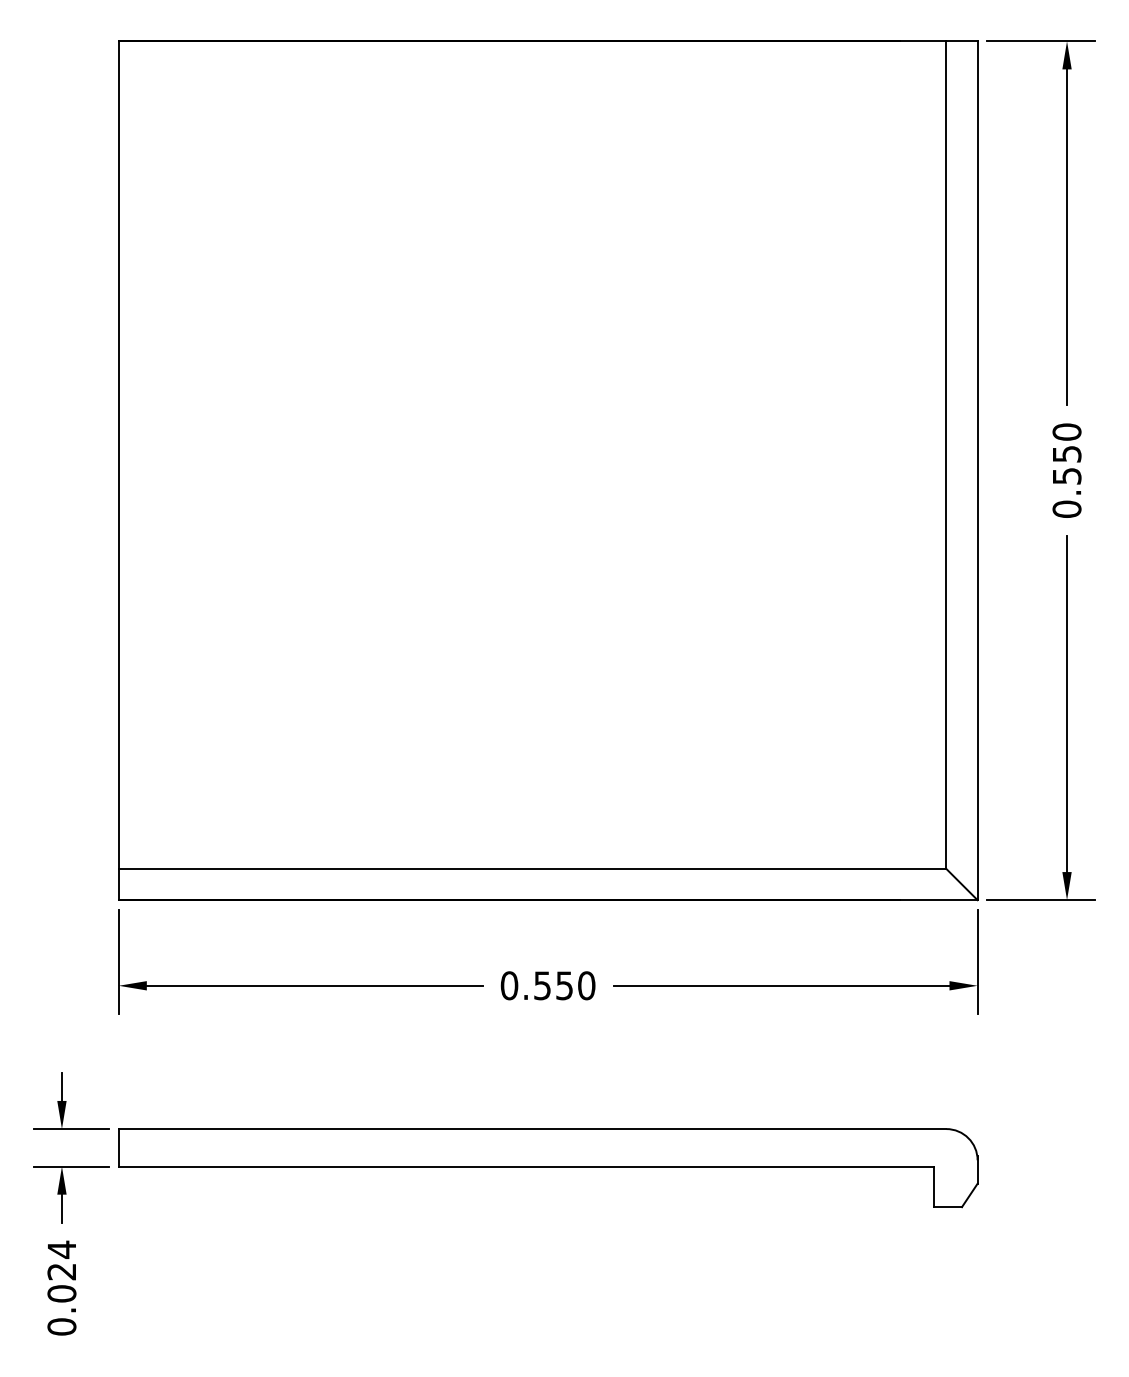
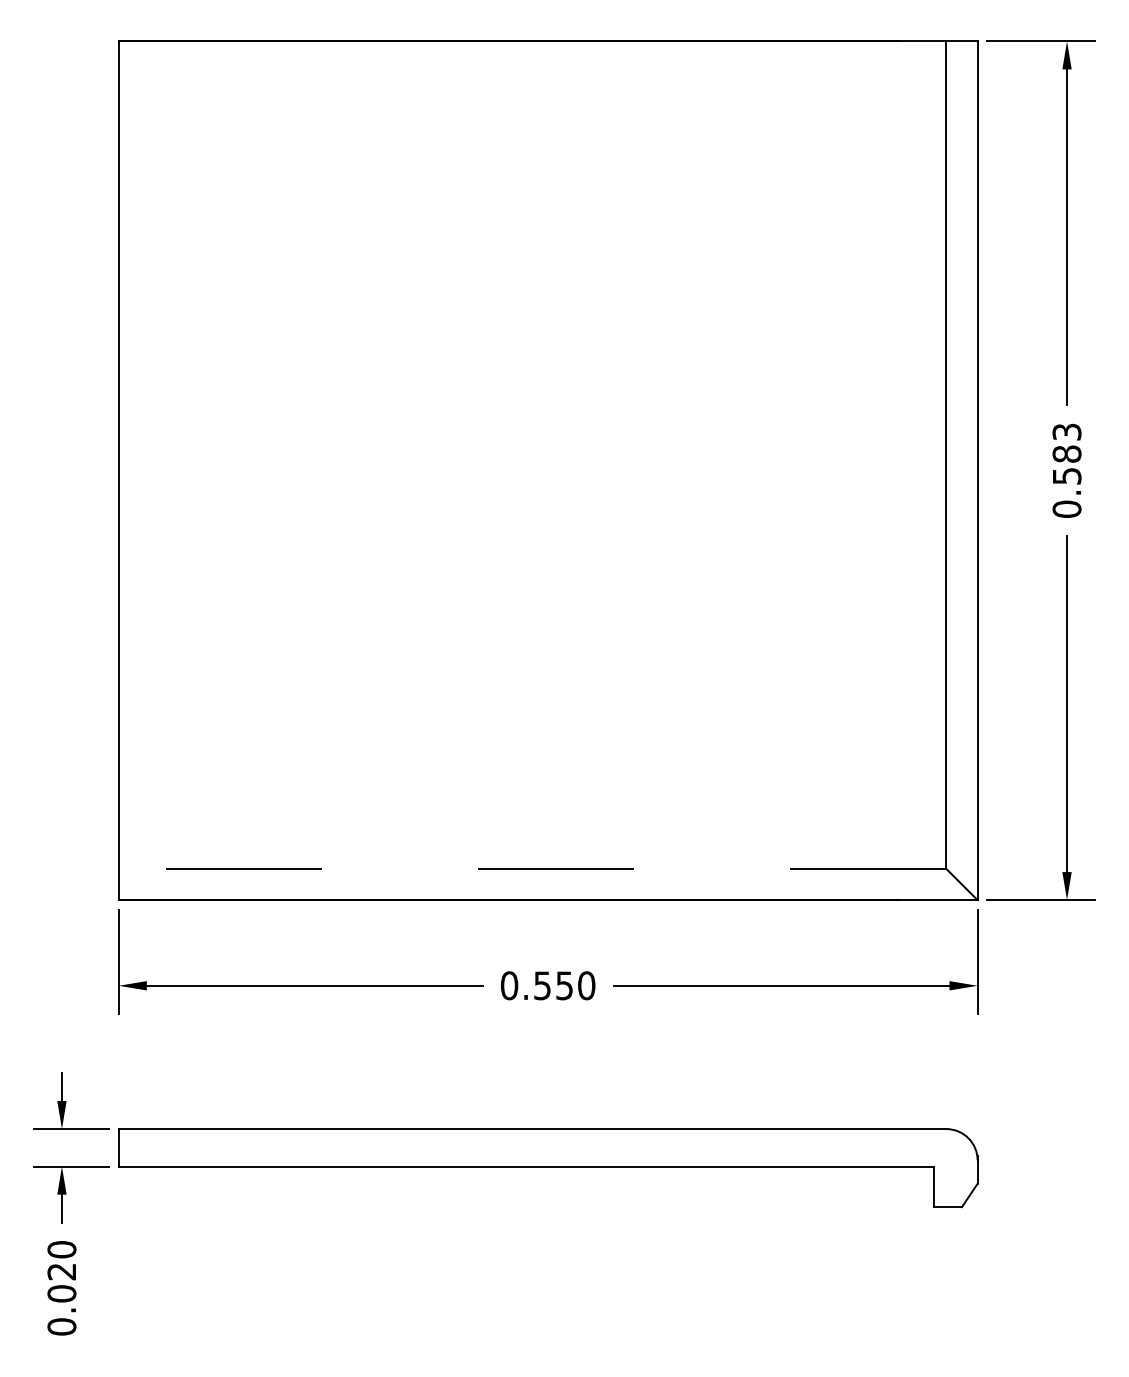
text at (1066, 442): 0.550 -> 0.583
line at (532, 868): solid -> dashed
text at (61, 1249): 0.024 -> 0.020
